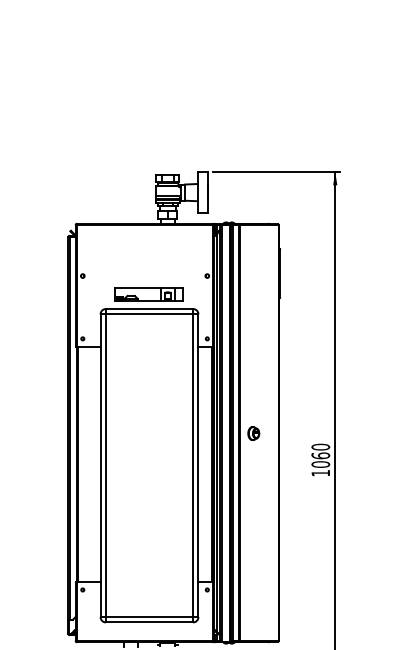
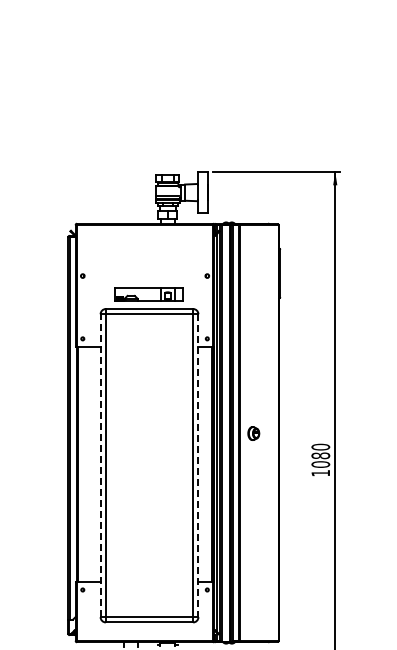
text at (320, 455): 1060 -> 1080
line at (100, 465): solid -> dashed
line at (198, 466): solid -> dashed
